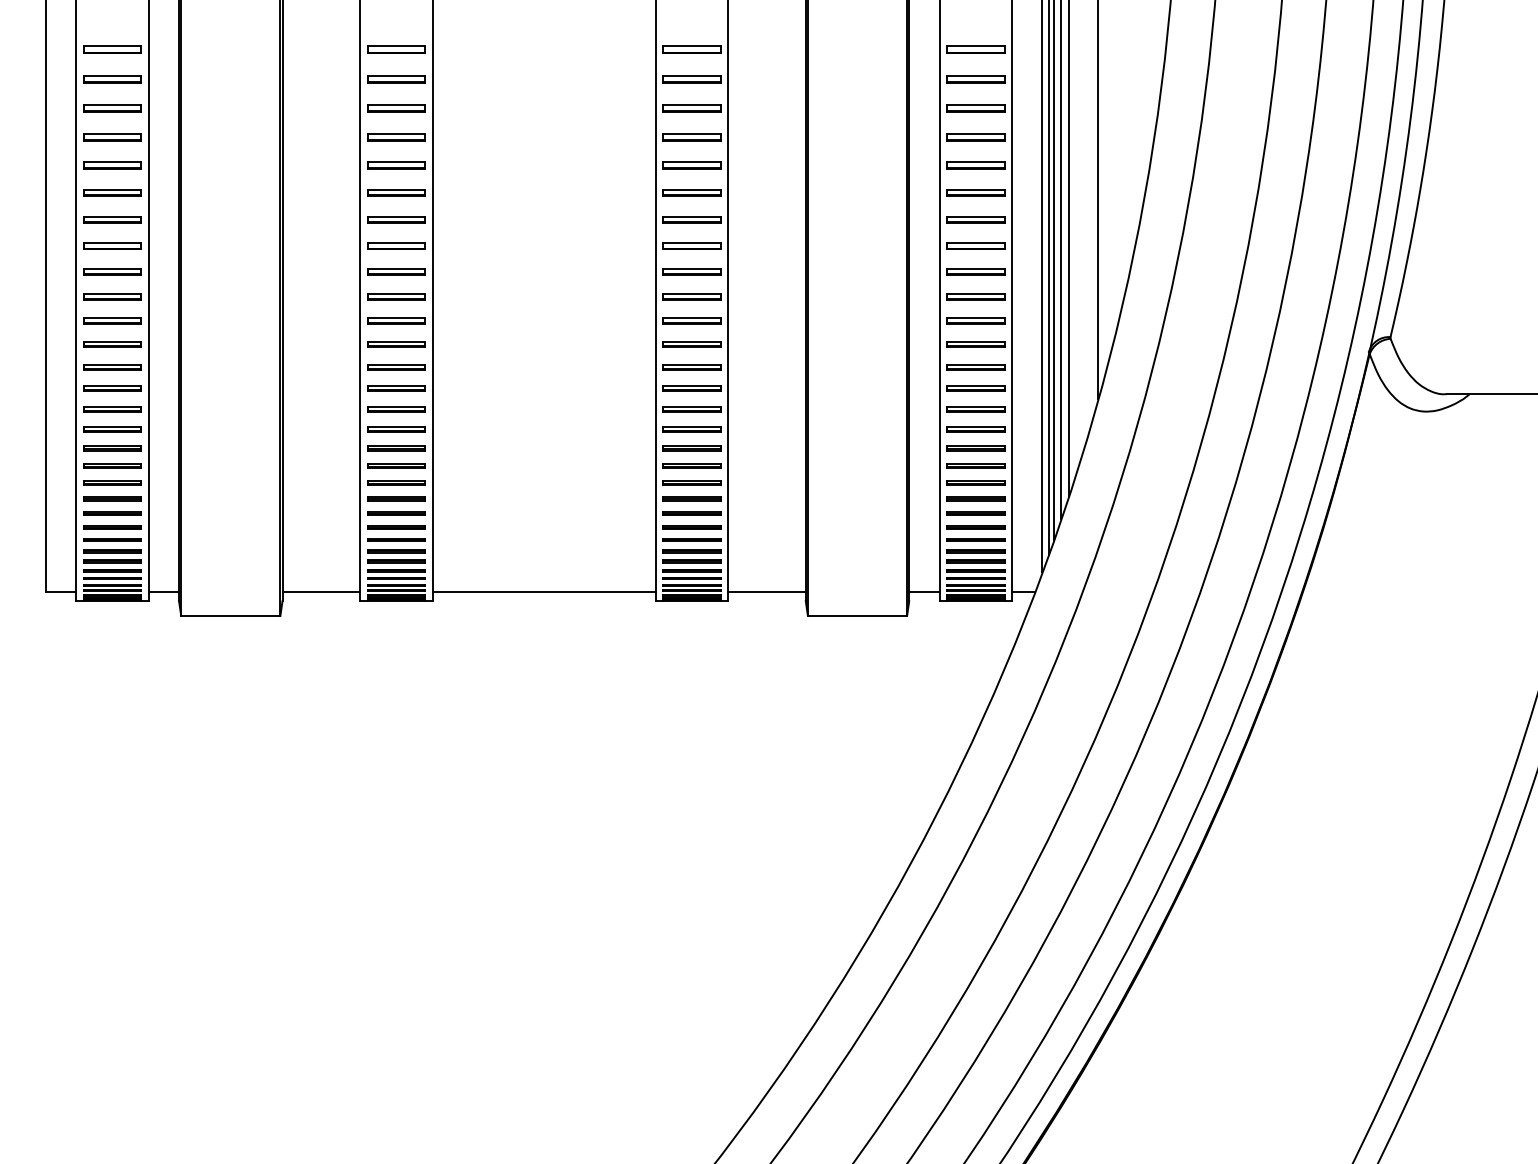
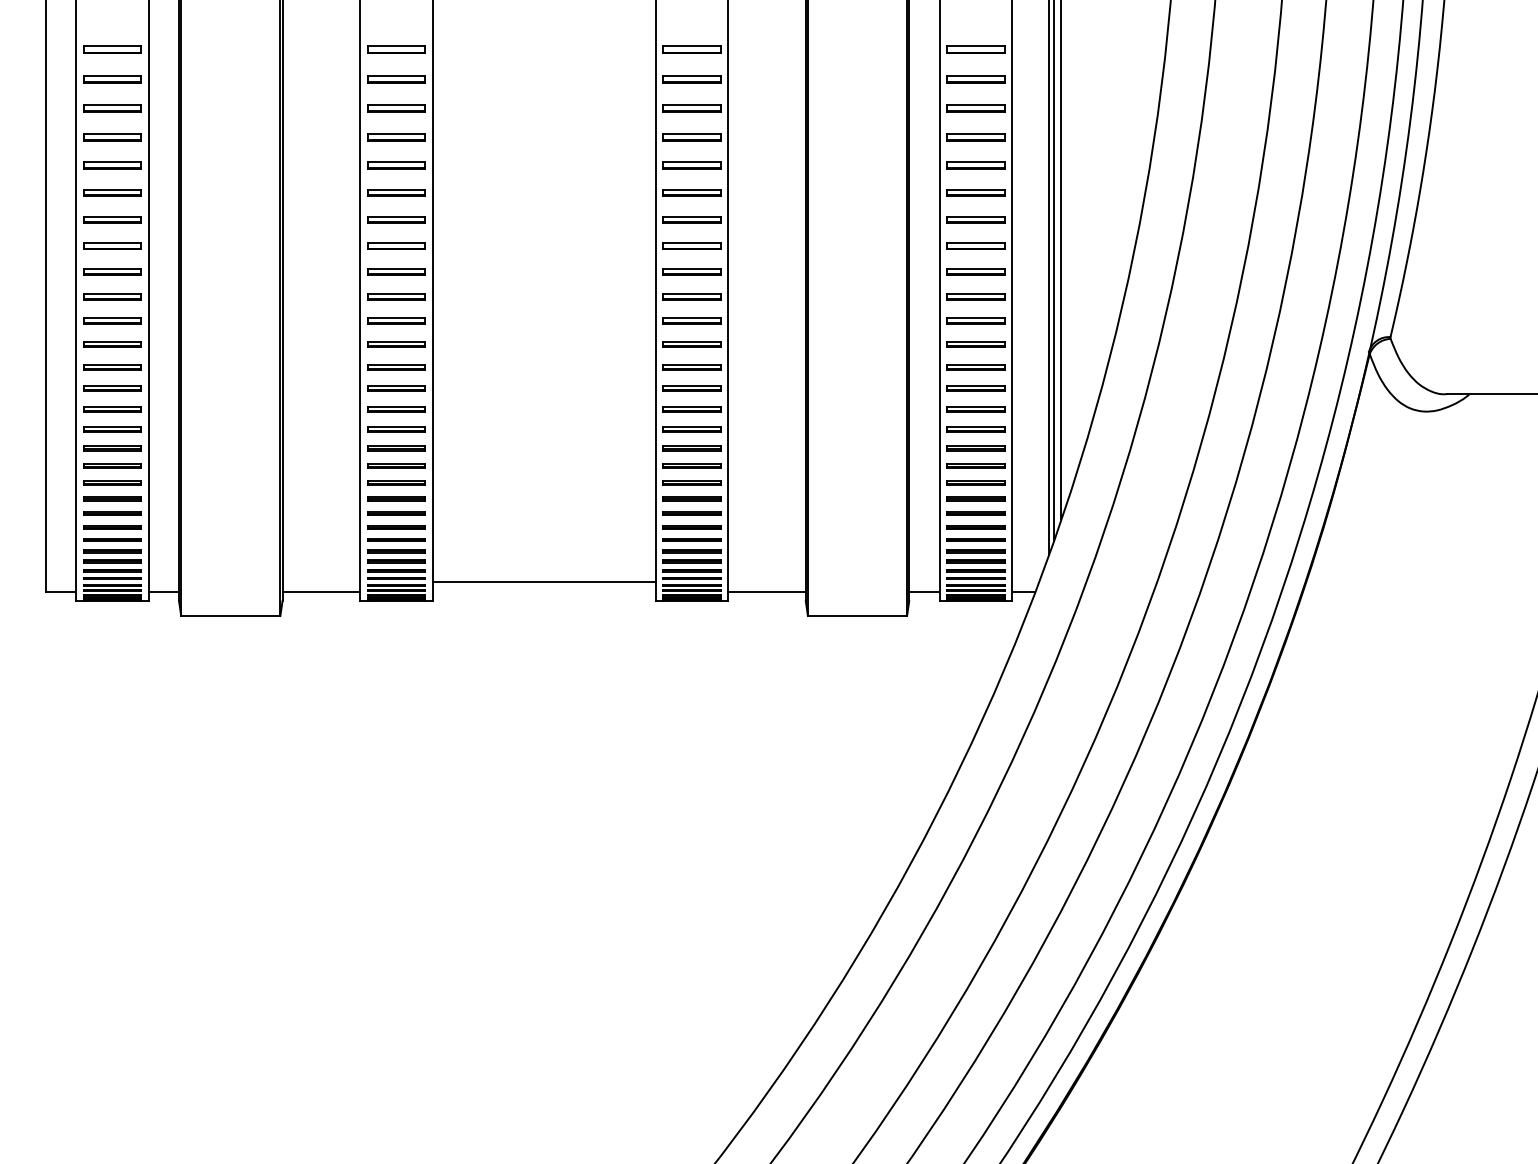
line at (1098, 200): present -> none
line at (1068, 249): present -> none
line at (1042, 287): present -> none
line at (543, 592) position: (543, 592) -> (543, 582)
